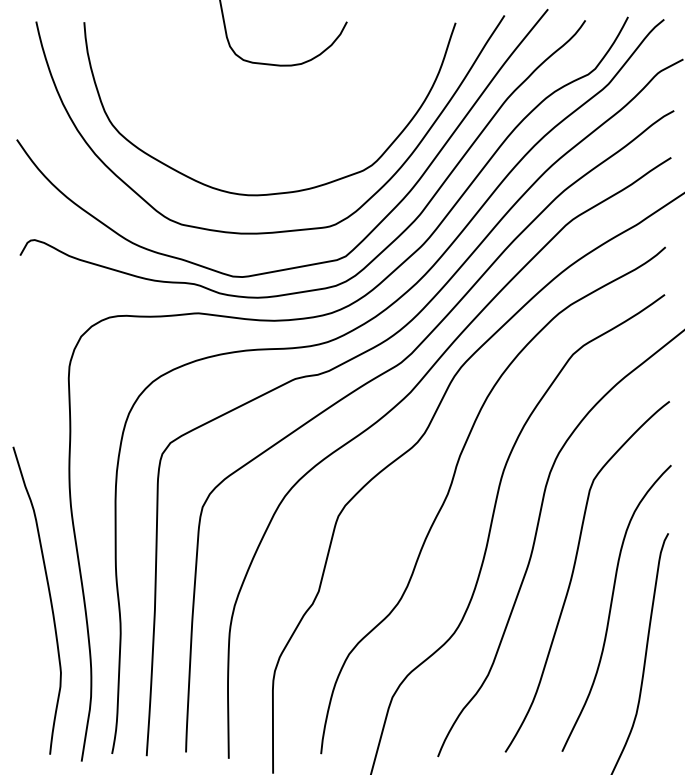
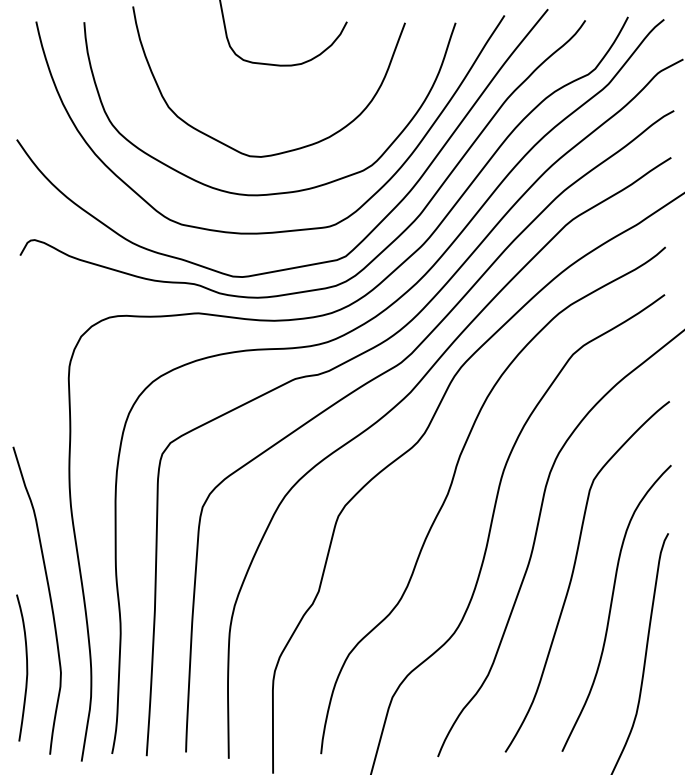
curve at (287, 150): none -> present
curve at (26, 667): none -> present
